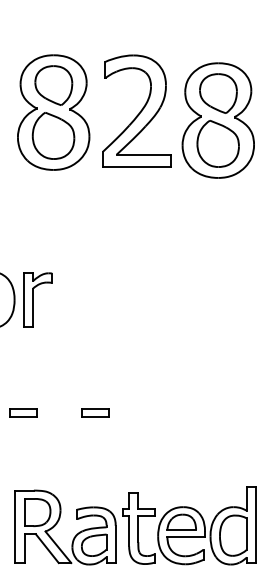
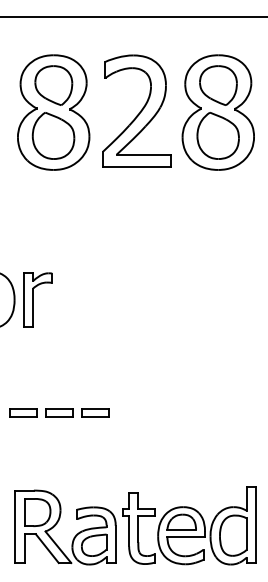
line at (133, 17): none -> present
part at (217, 120) position: (217, 120) -> (217, 112)
part at (59, 412): none -> present
